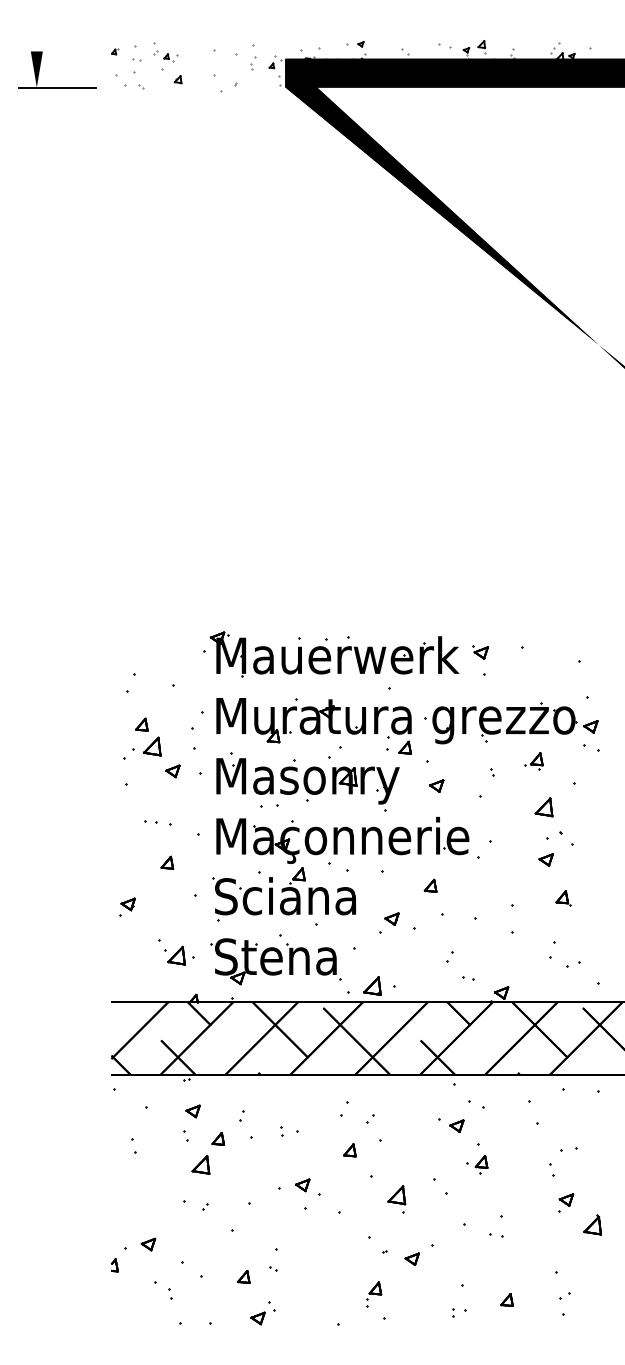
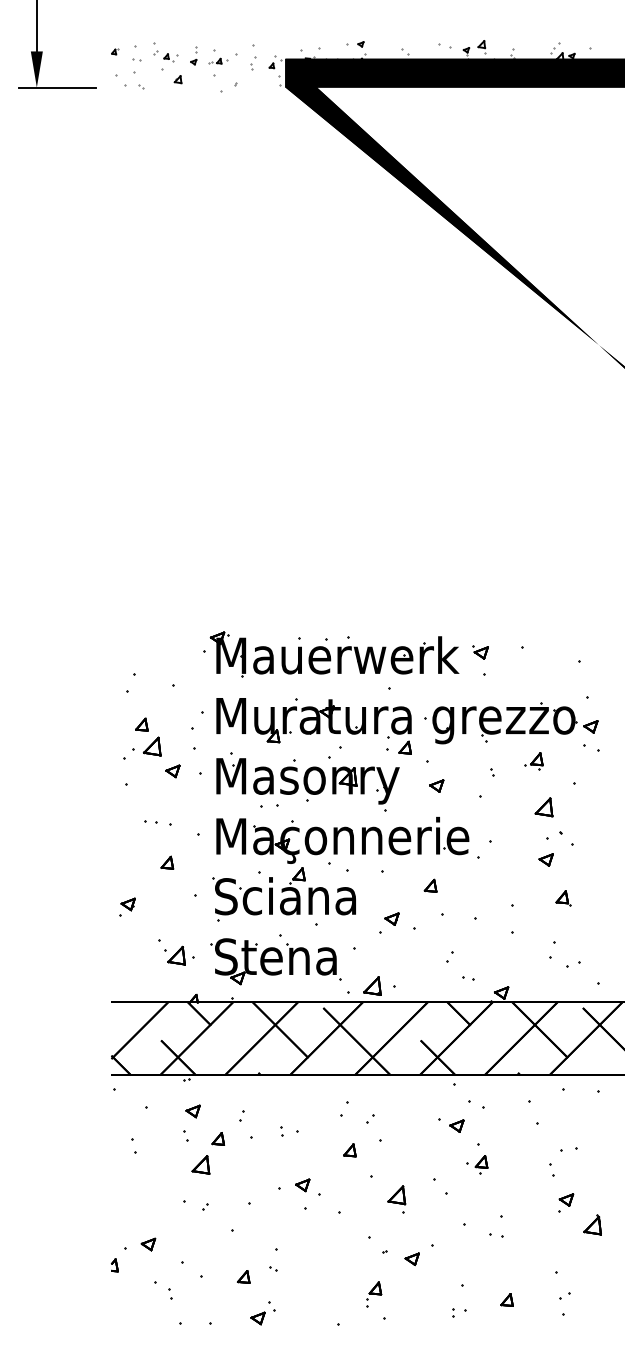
line at (36, 26): none -> present
part at (193, 55): none -> present
part at (218, 60): none -> present
